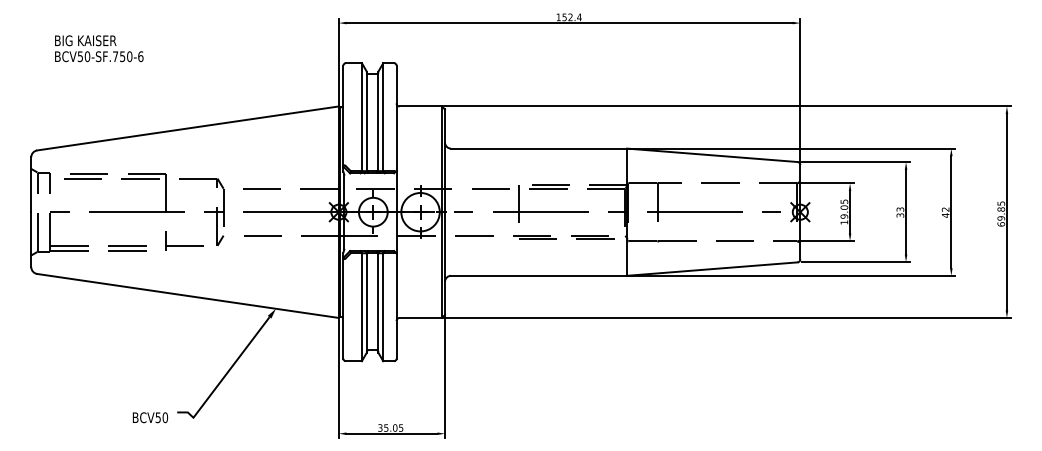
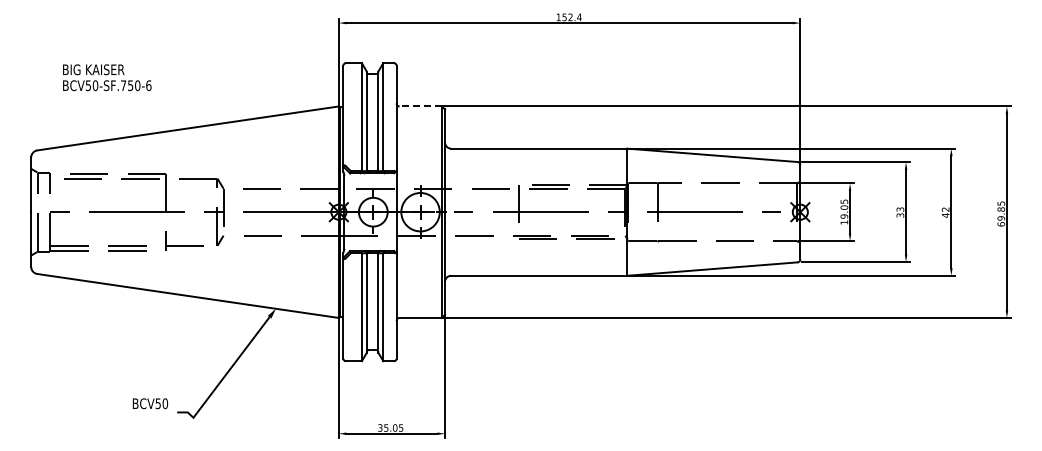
text at (99, 48) position: (99, 48) -> (107, 77)
line at (420, 106): solid -> dashed
text at (150, 417) position: (150, 417) -> (150, 403)
